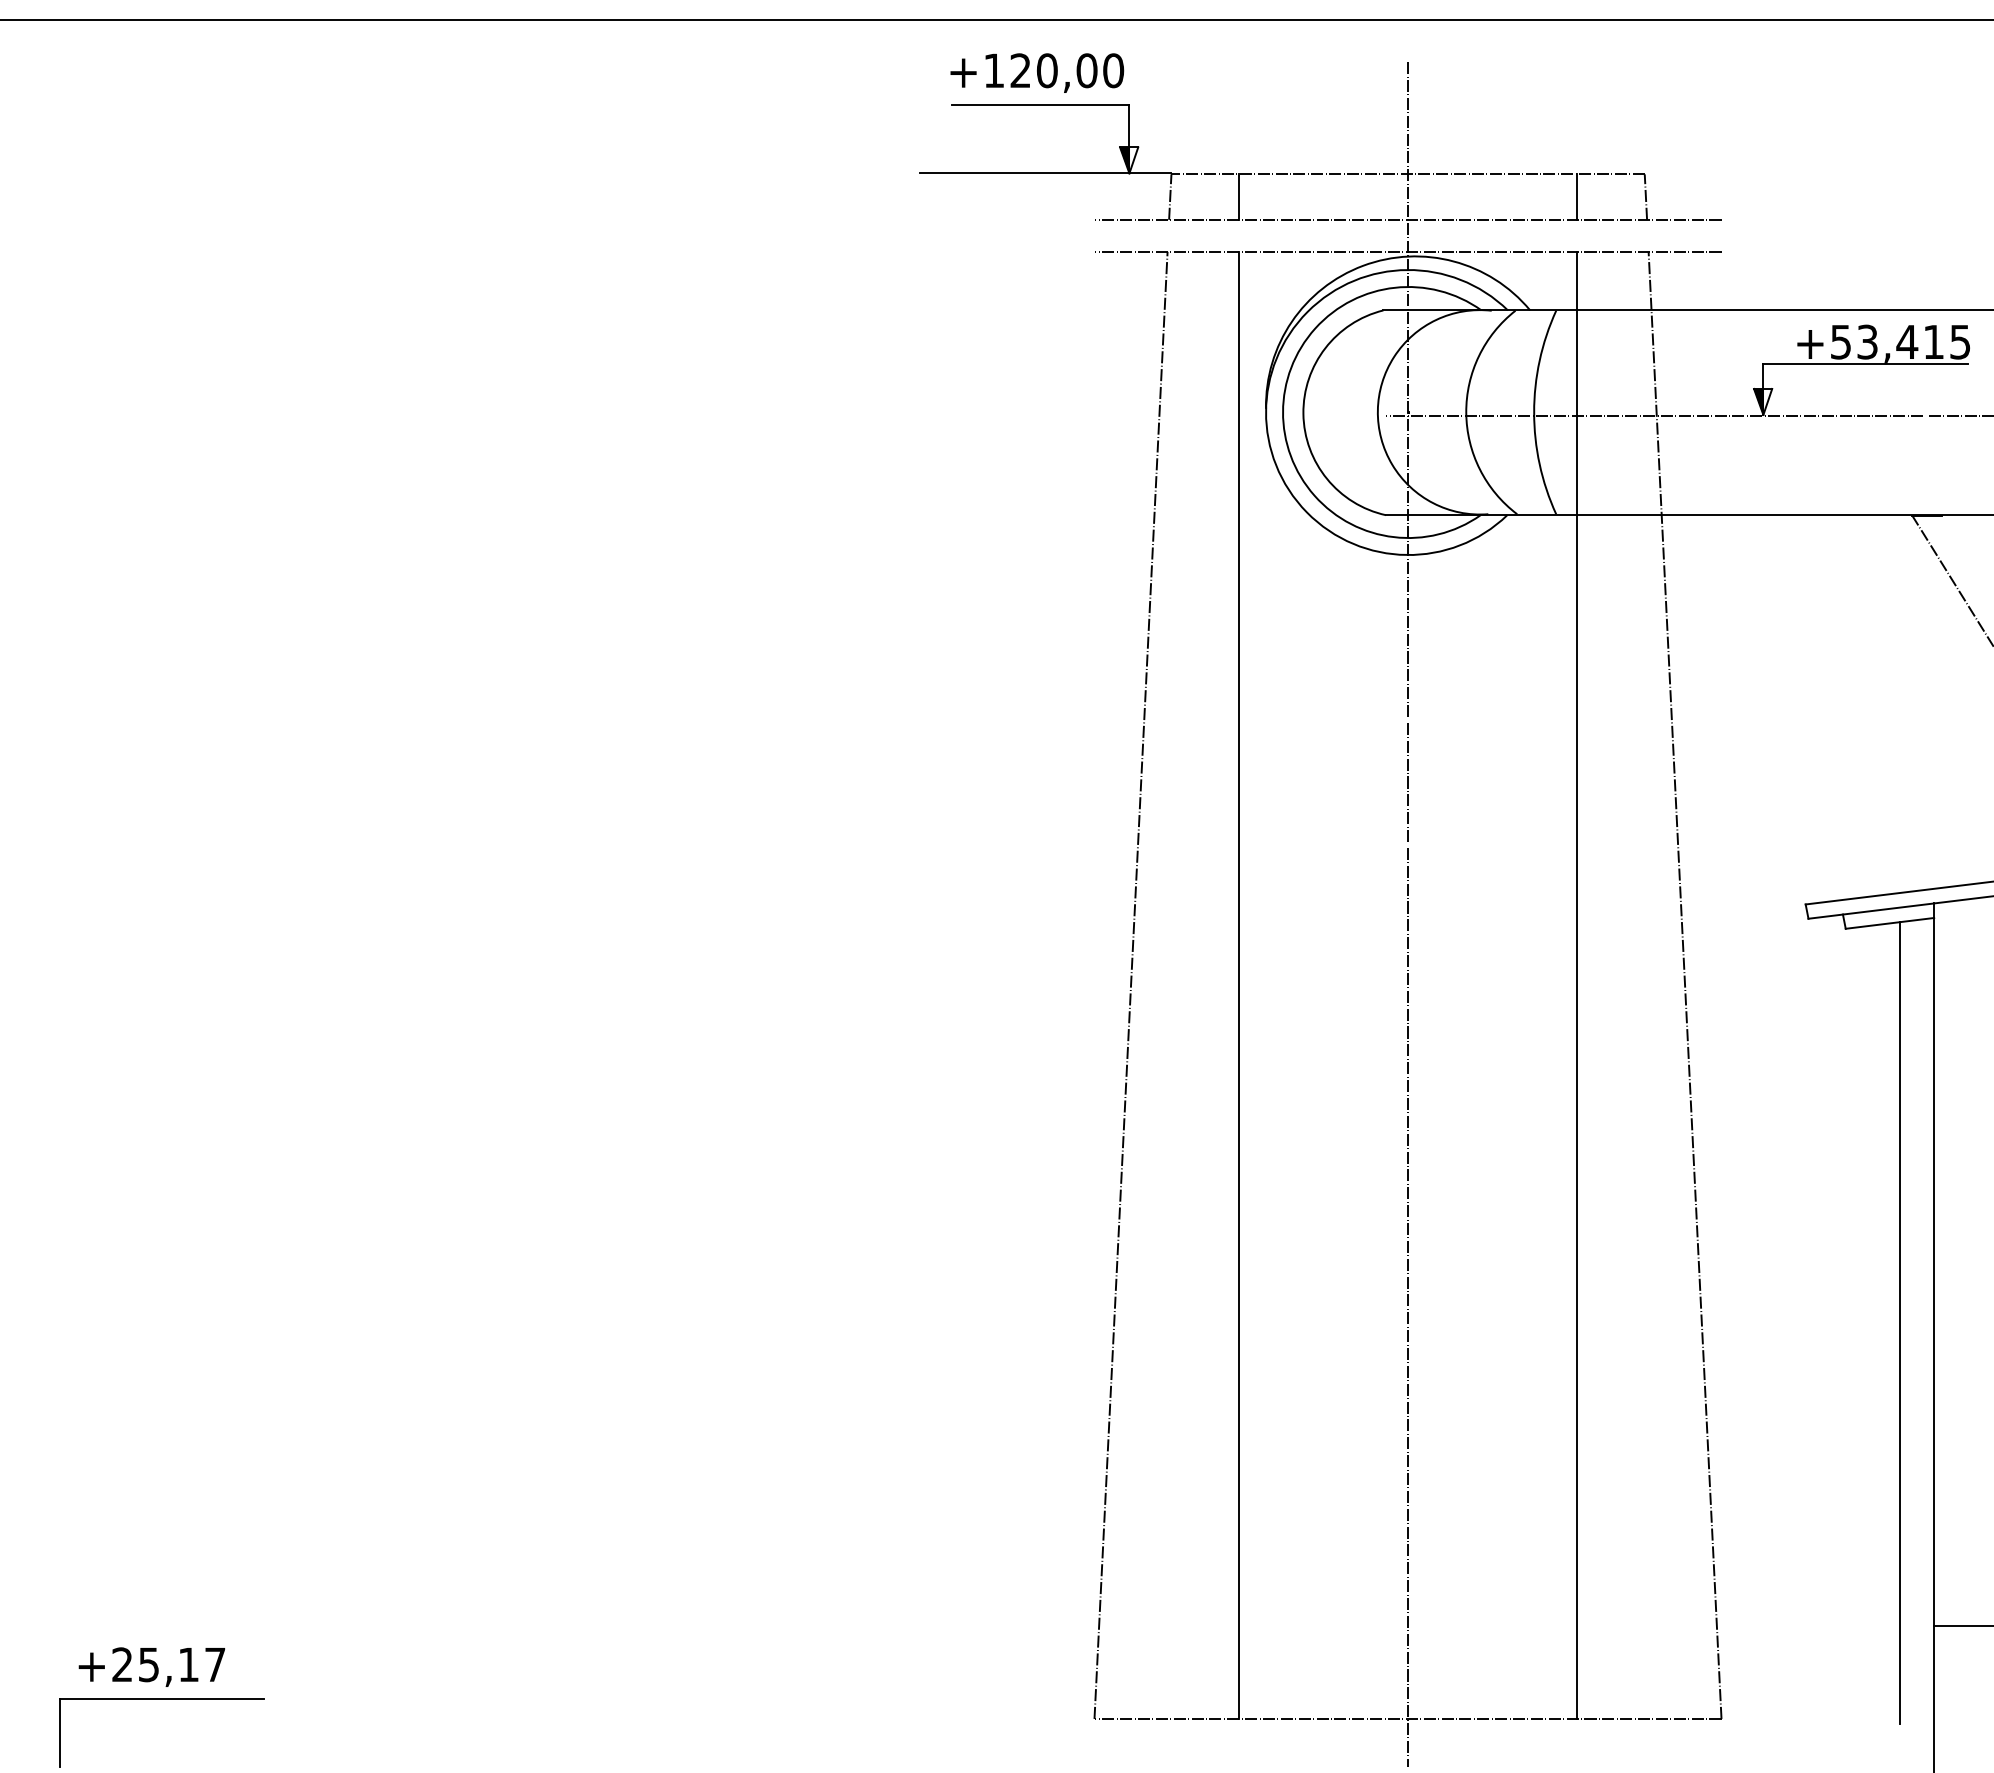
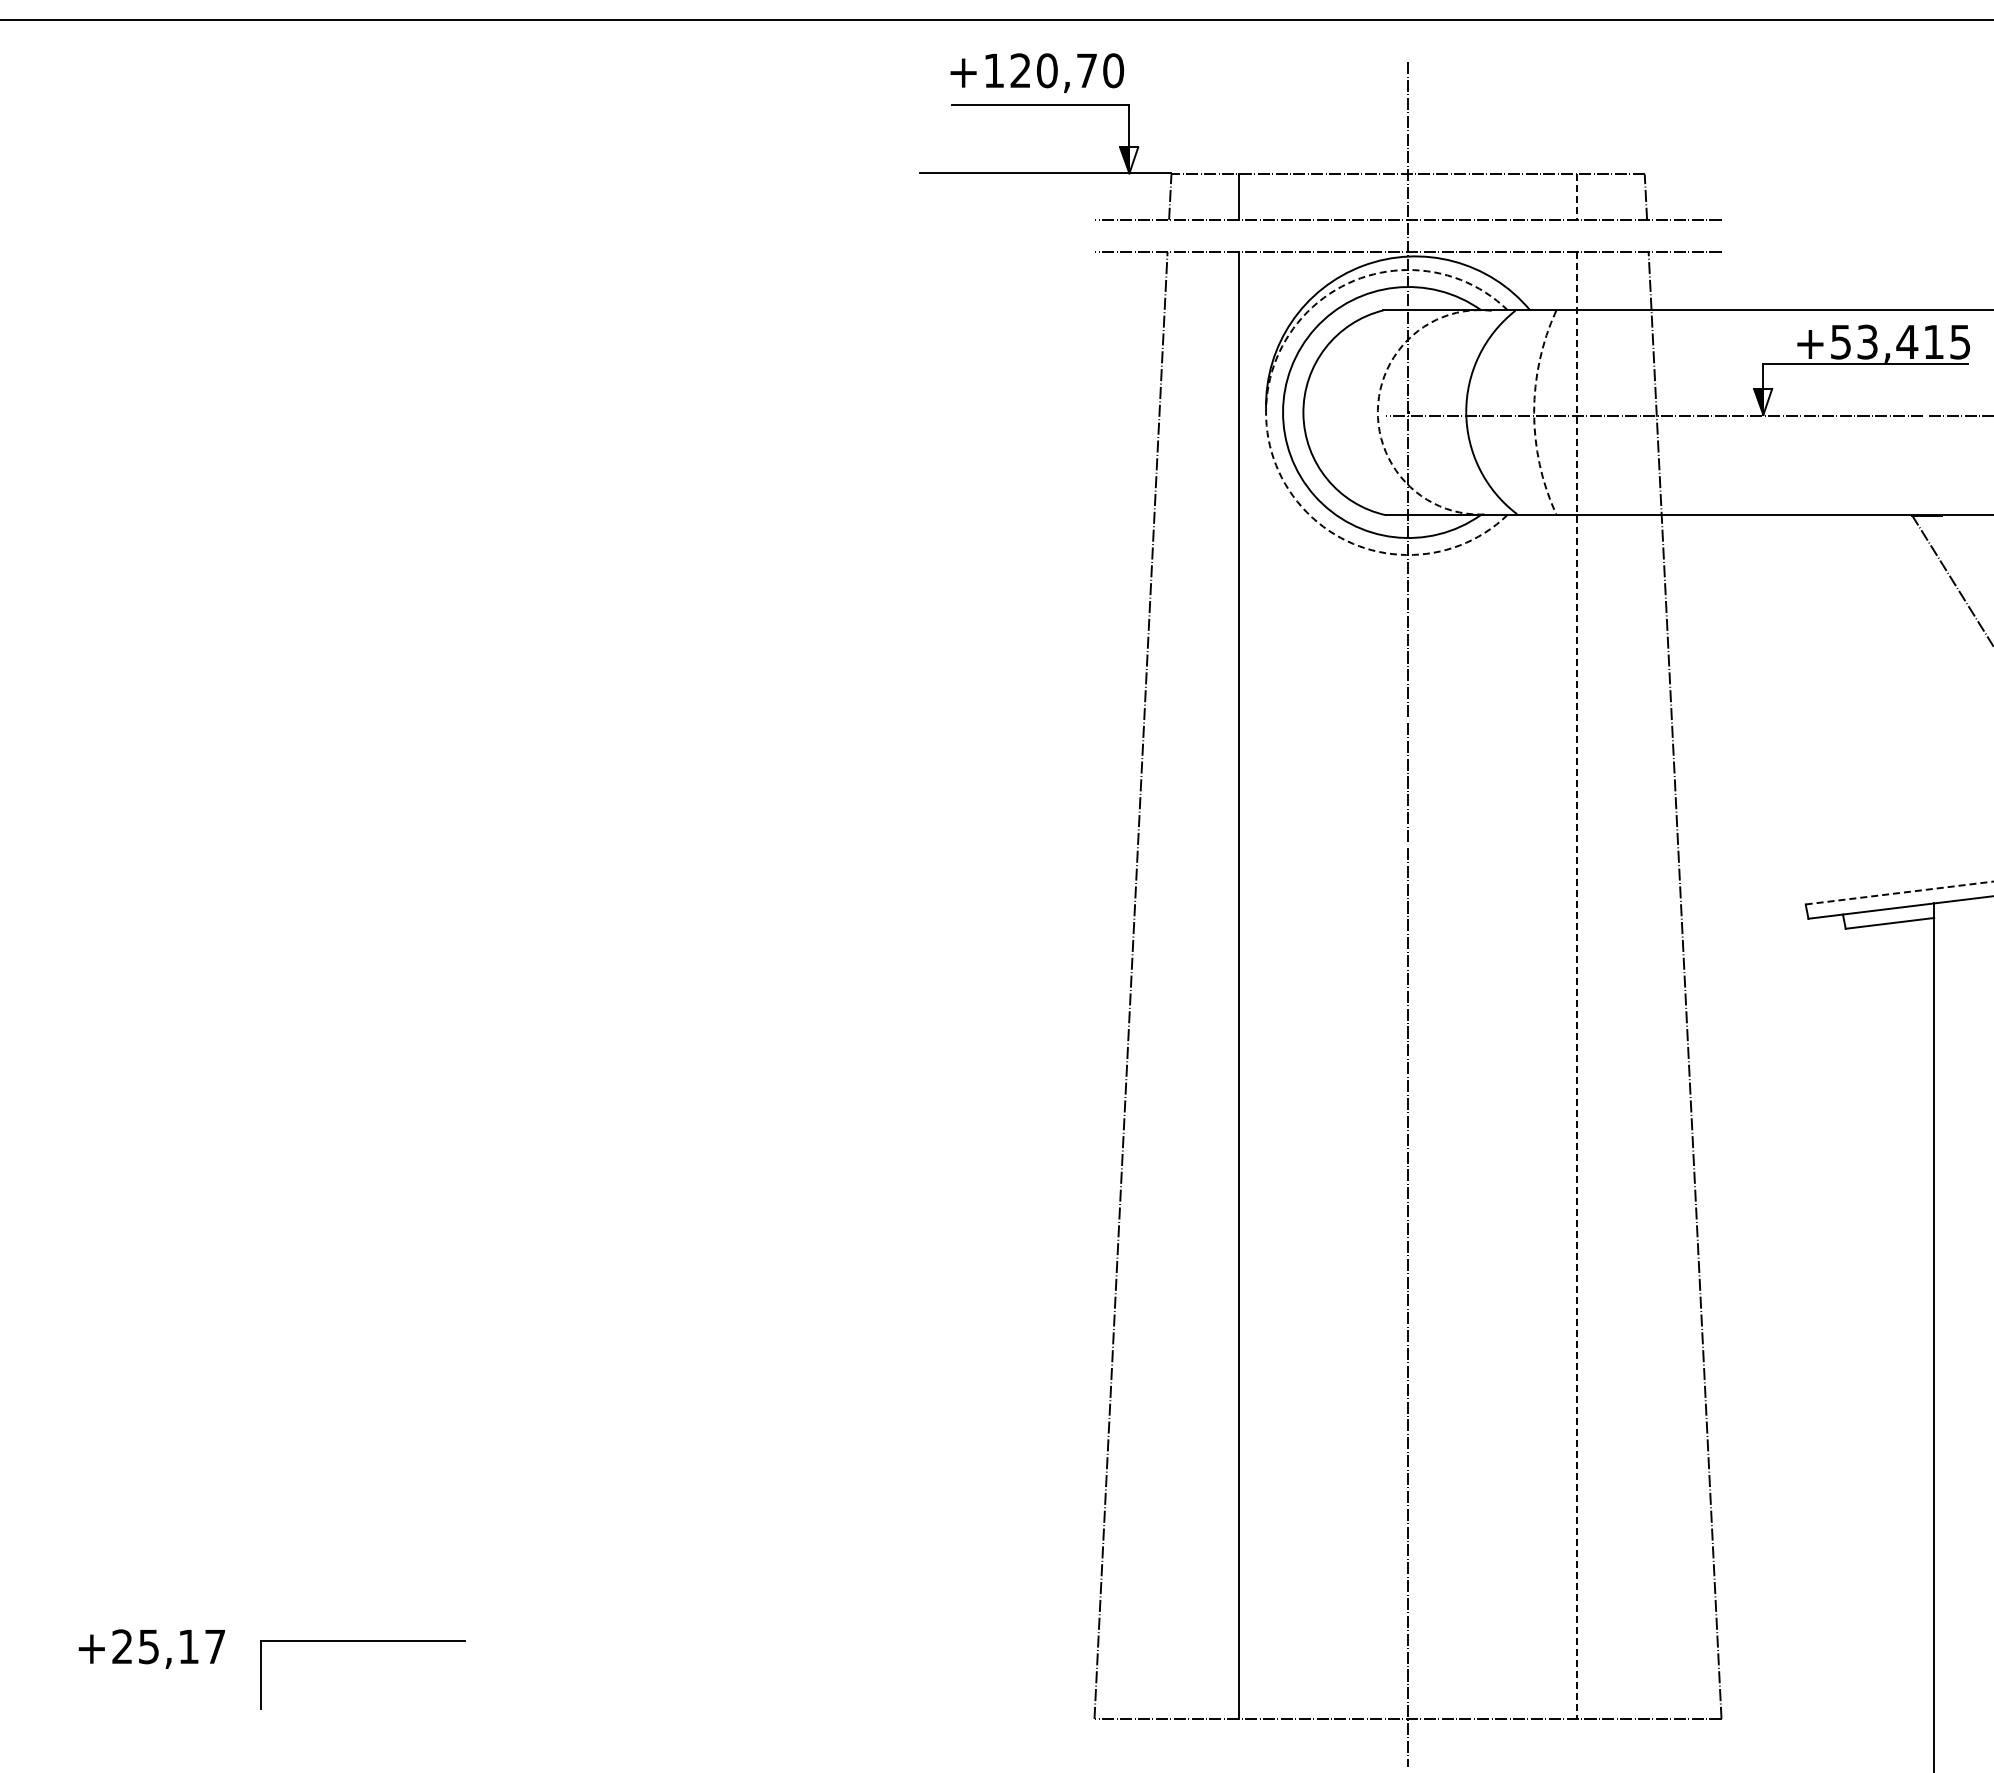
text at (1086, 70): +120,00 -> +120,70
line at (1576, 197): solid -> dashed
arc at (1377, 410): solid -> dashed
arc at (1266, 412): solid -> dashed
arc at (1534, 412): solid -> dashed
line at (1899, 892): solid -> dashed
line at (1576, 985): solid -> dashed
line at (1899, 1322): present -> none
line at (1961, 1626): present -> none
text at (151, 1666) position: (151, 1666) -> (151, 1648)
part at (161, 1699) position: (161, 1699) -> (362, 1641)
